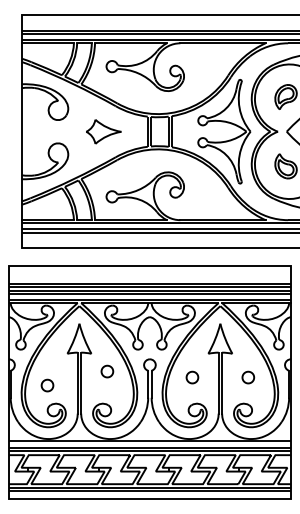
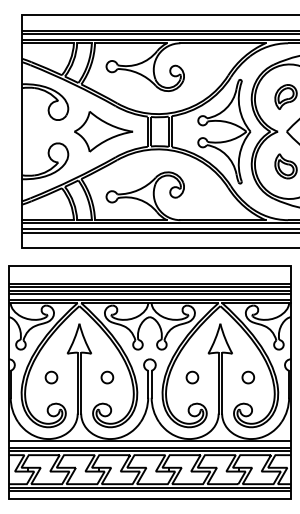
part at (103, 131) size: 36x26 px -> 60x42 px
part at (107, 371) position: (107, 371) -> (107, 377)
part at (47, 385) position: (47, 385) -> (51, 377)
